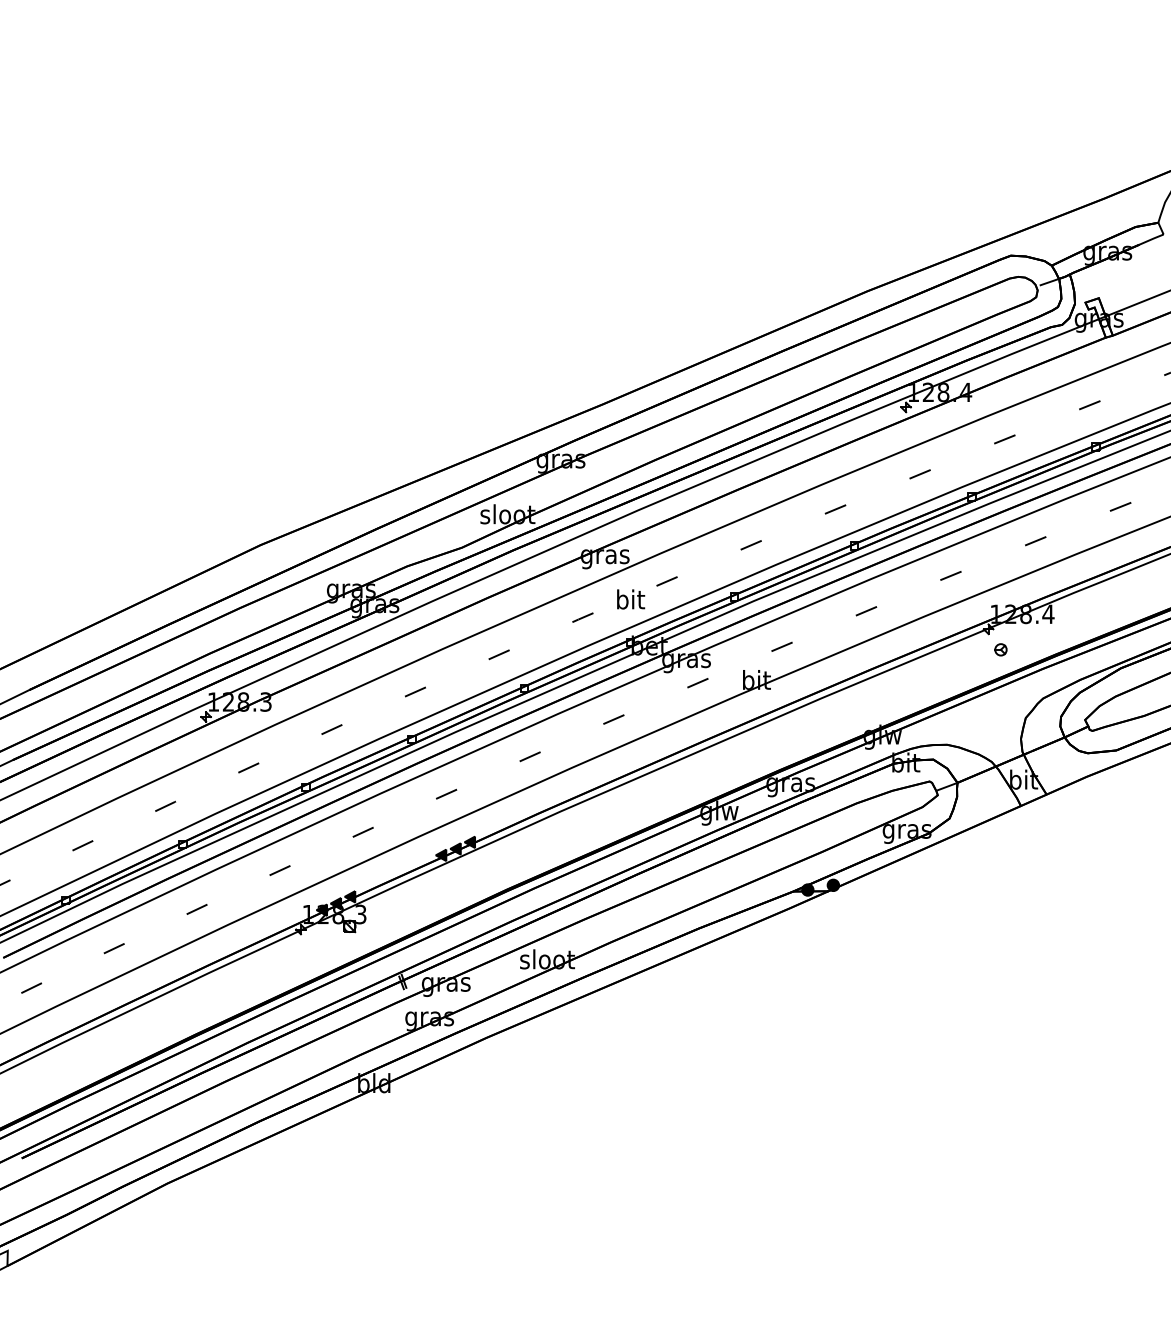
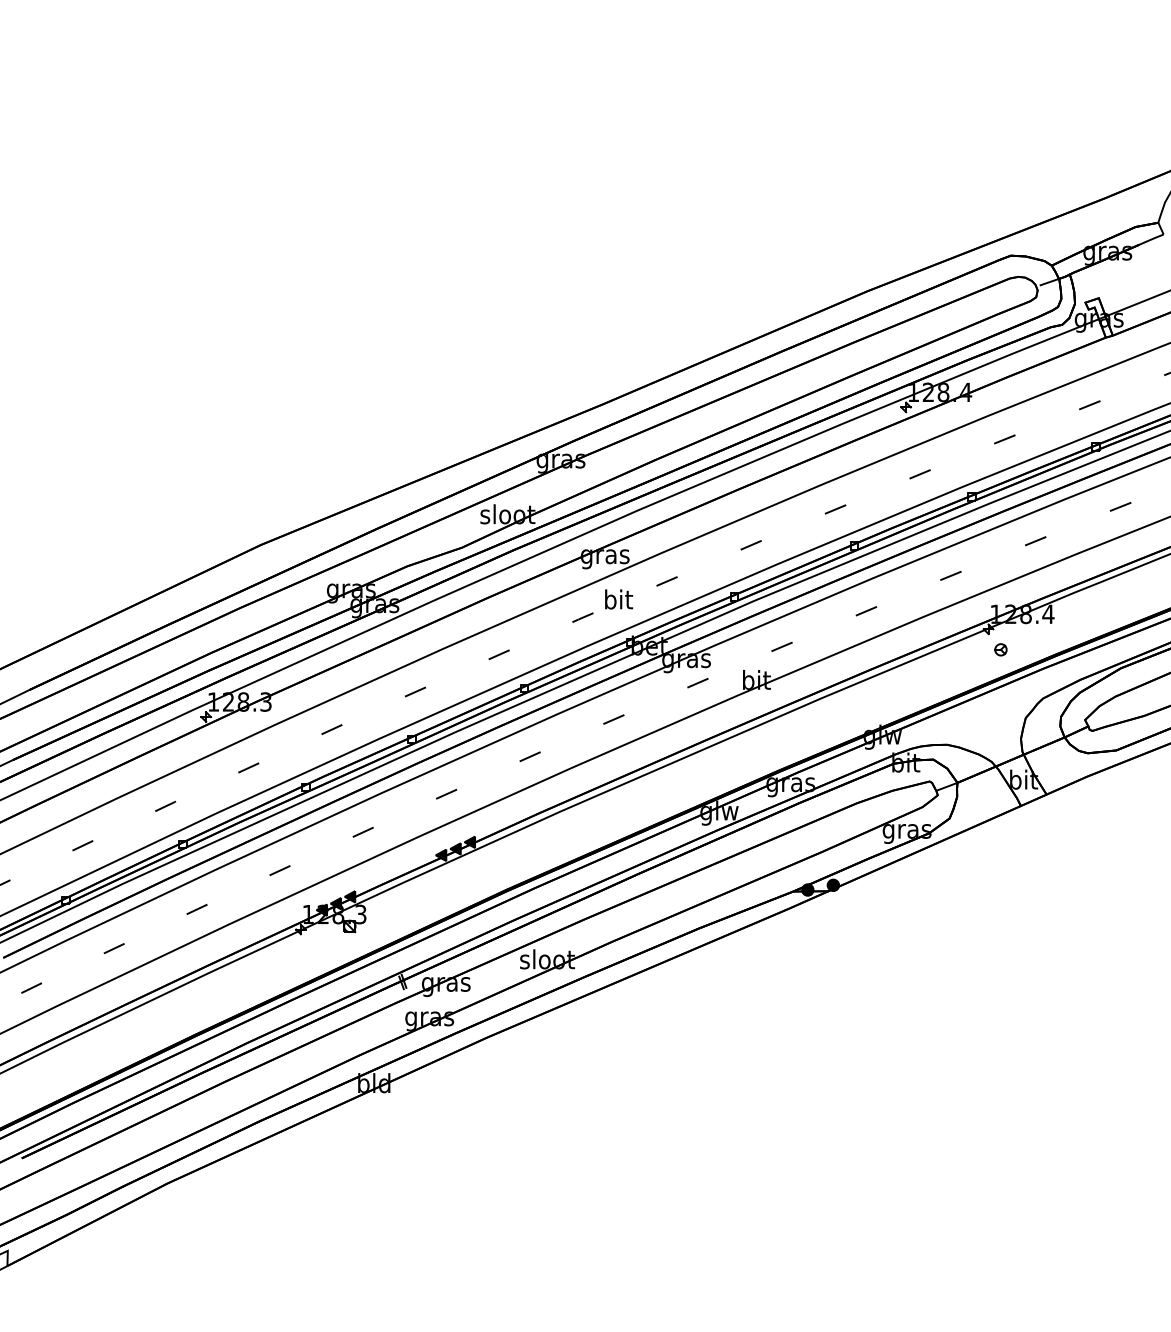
text at (631, 599) position: (631, 599) -> (619, 599)
